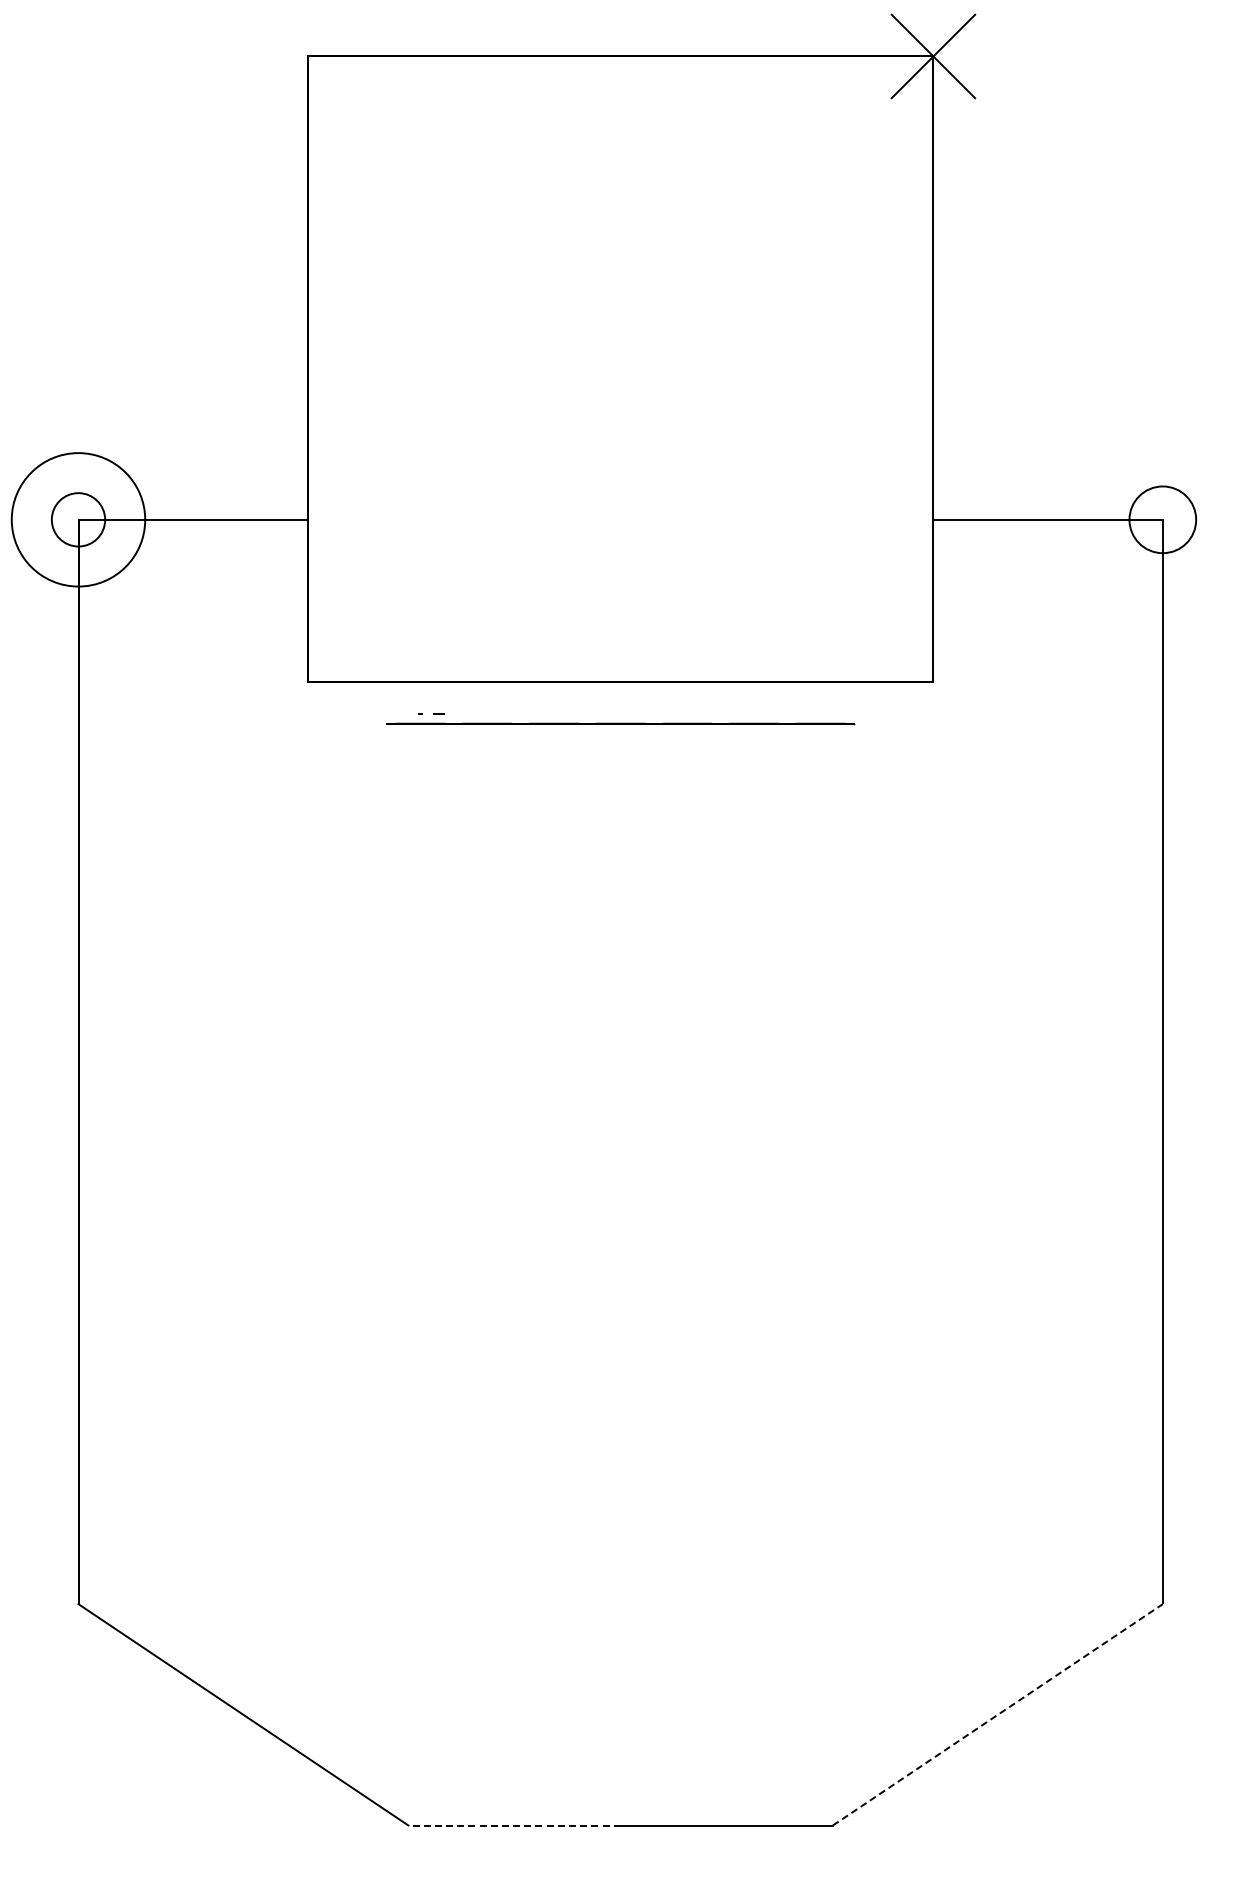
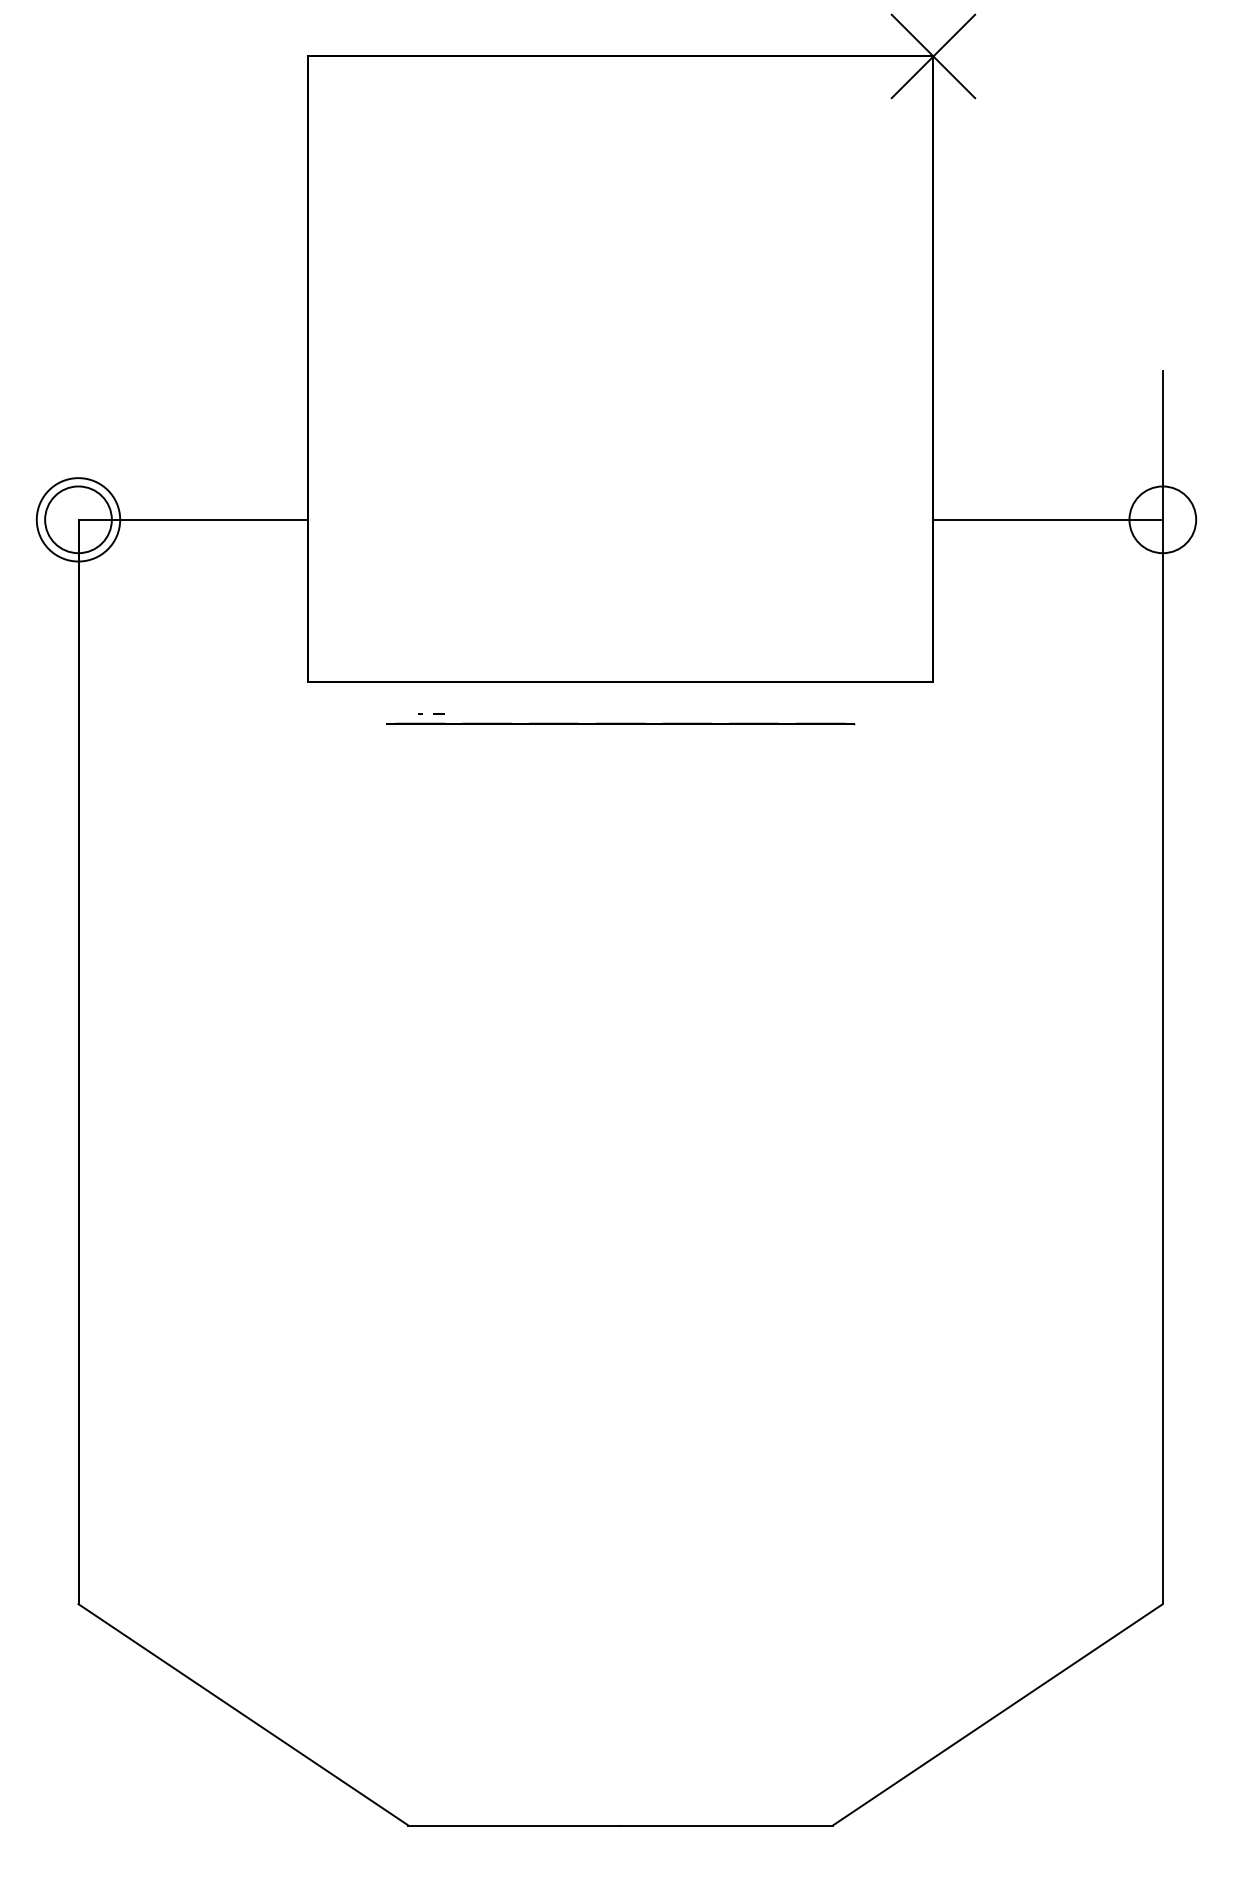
line at (1162, 444): none -> present
circle at (78, 519) diameter: 133 px -> 83 px
circle at (78, 519) diameter: 53 px -> 67 px
line at (997, 1714): dashed -> solid
line at (514, 1825): dashed -> solid
